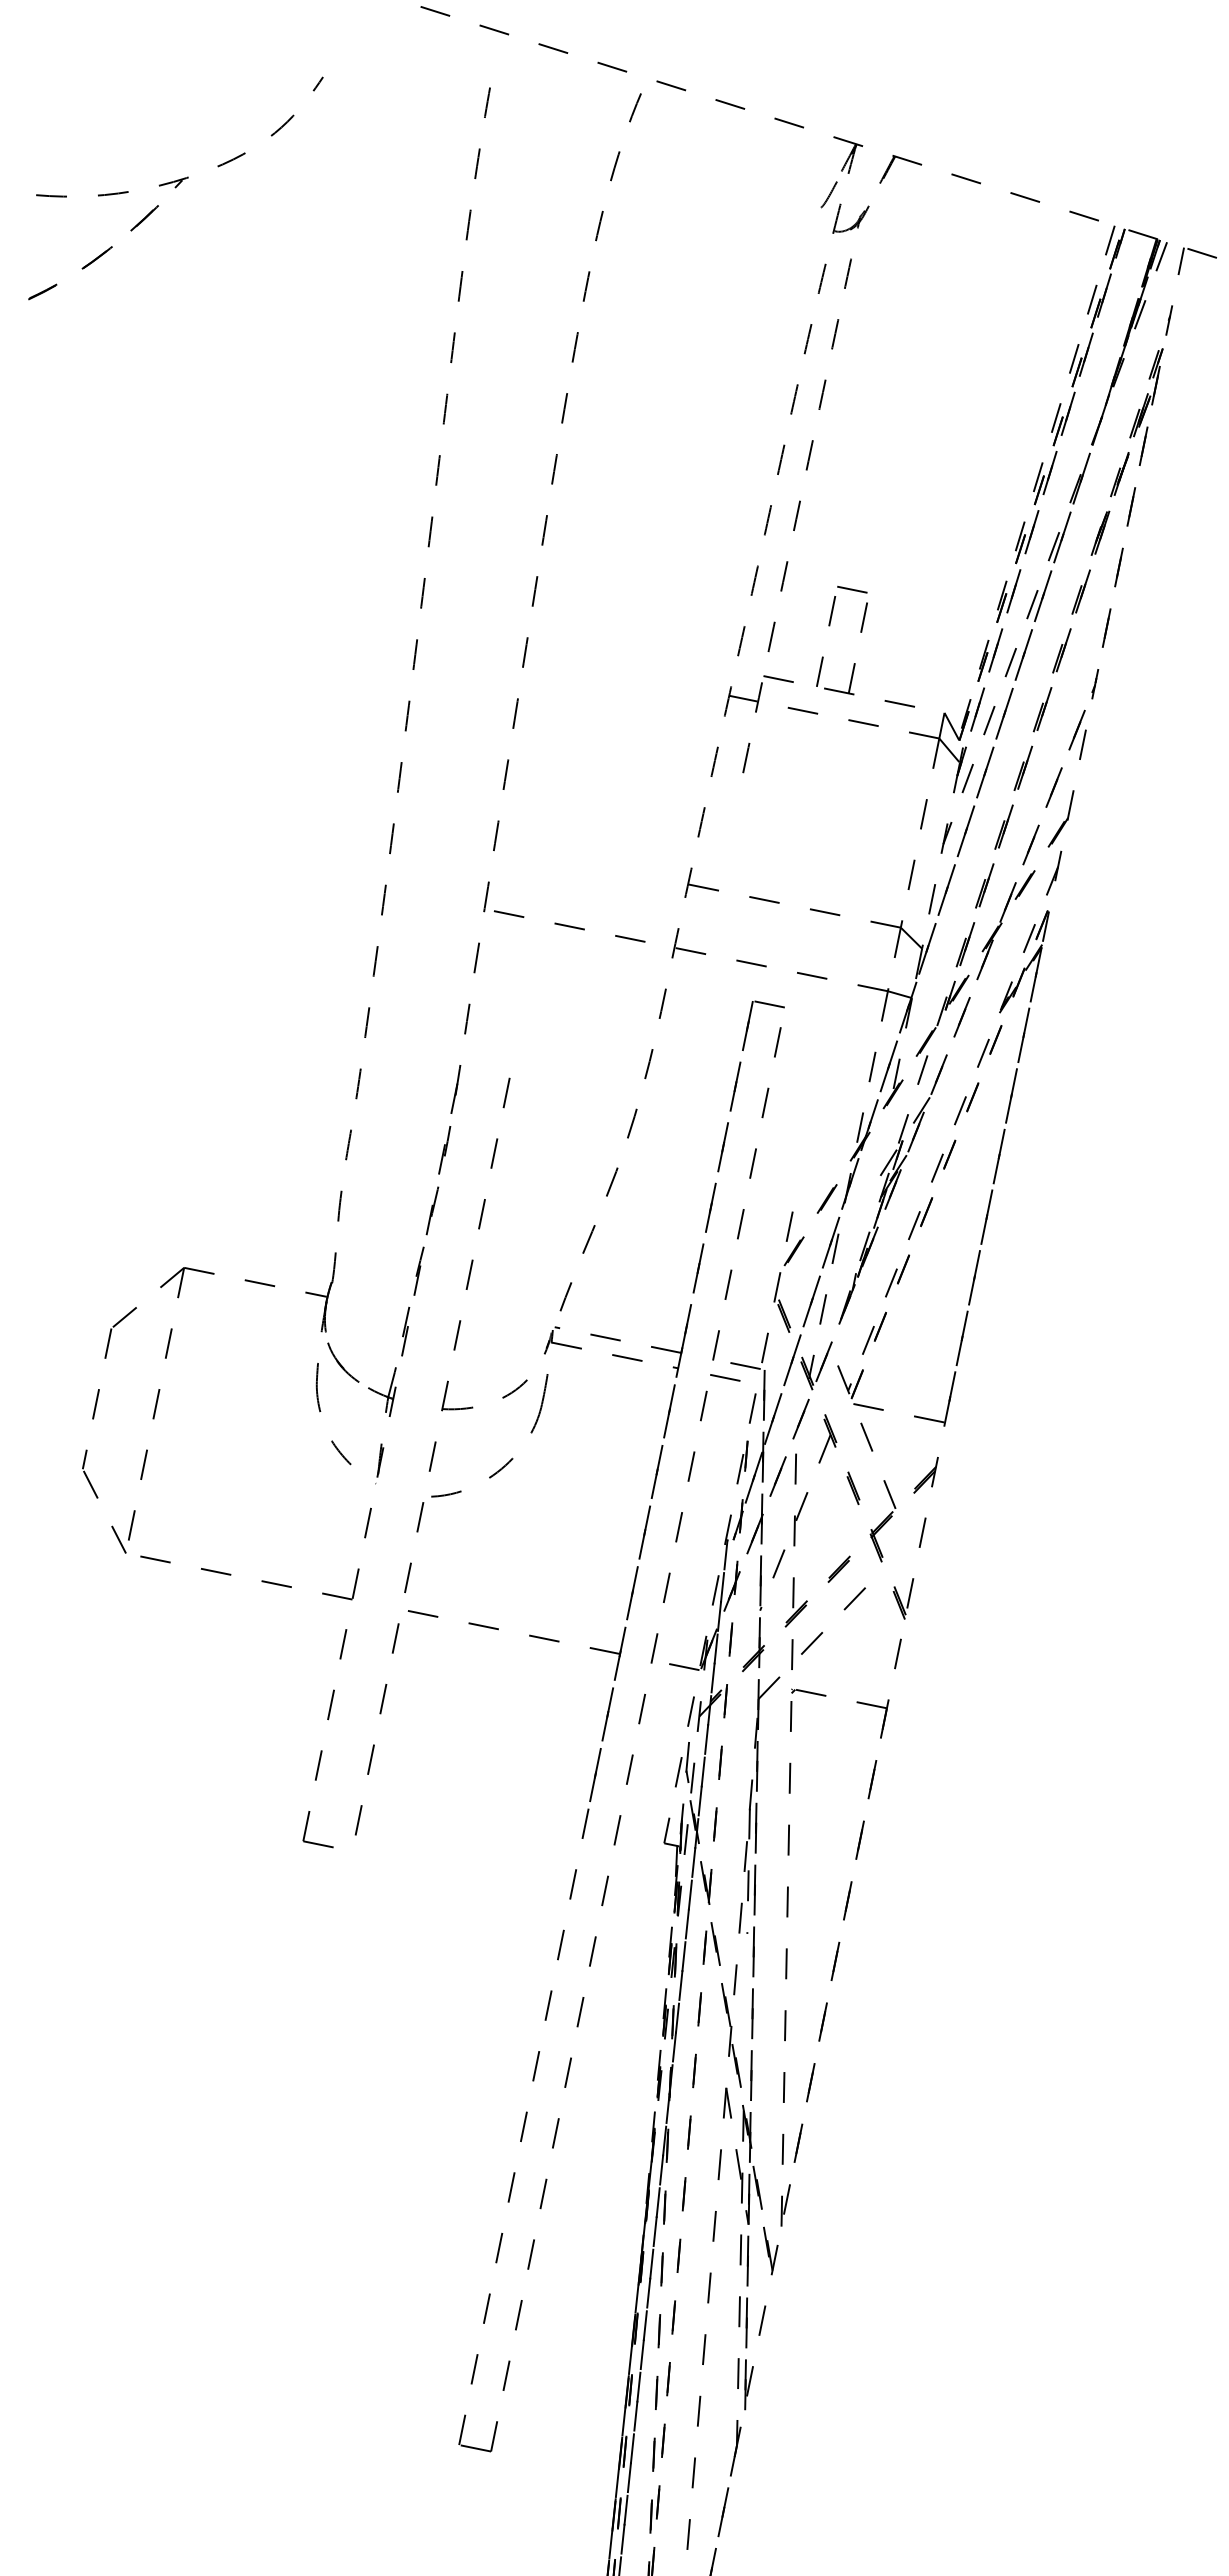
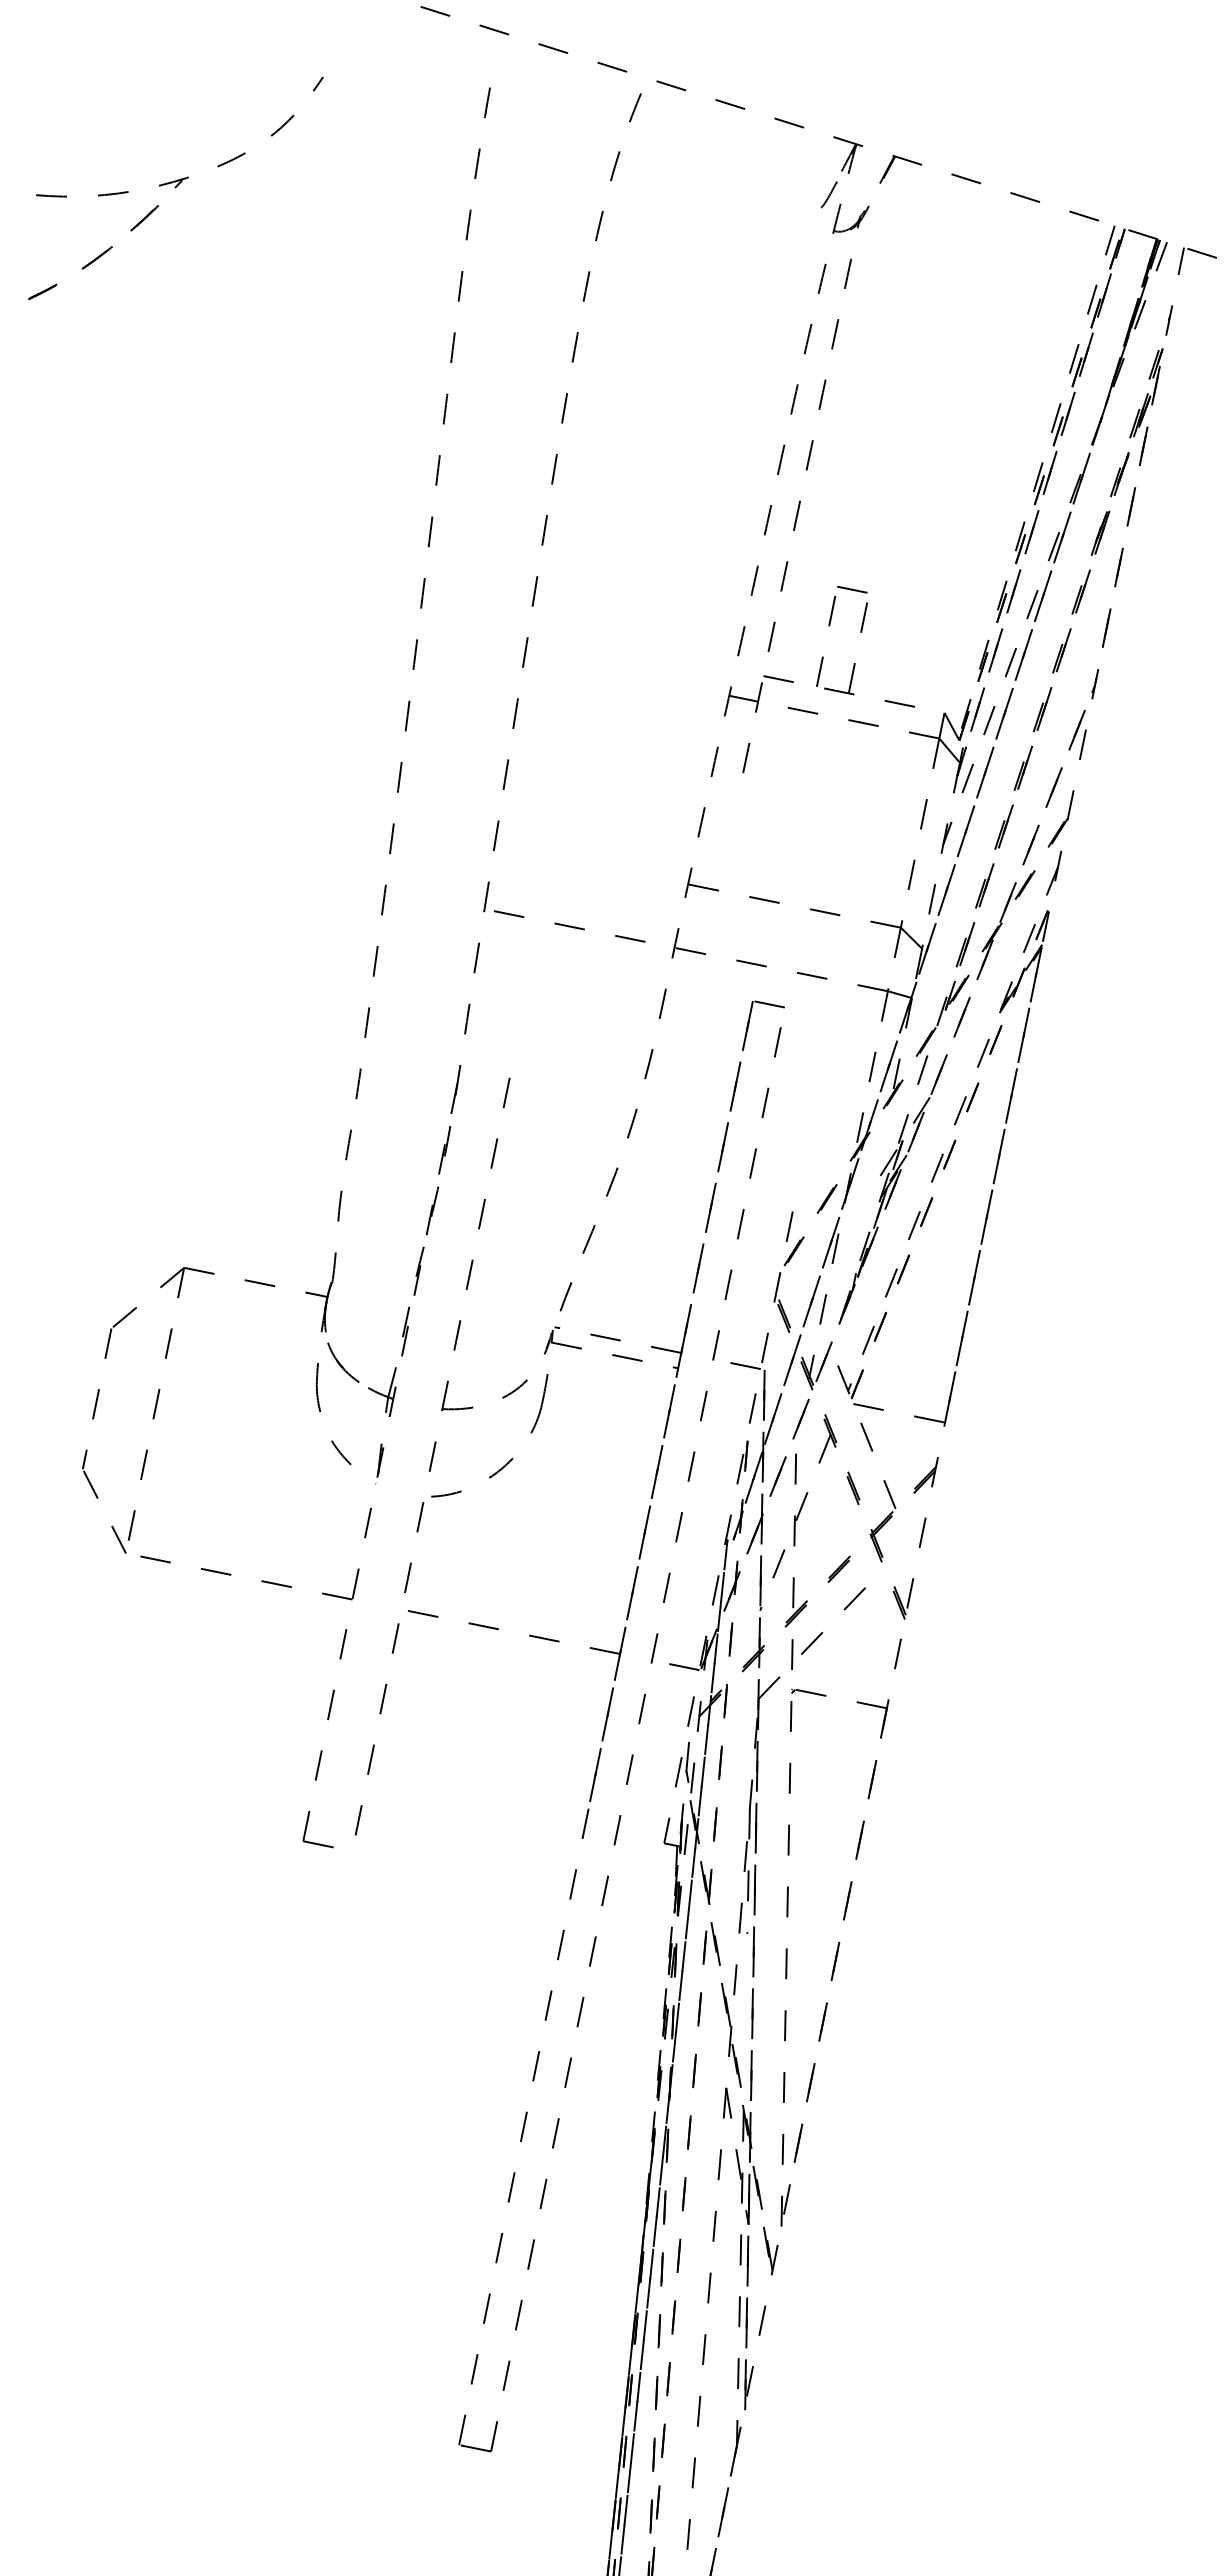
line at (725, 1377): present -> none
